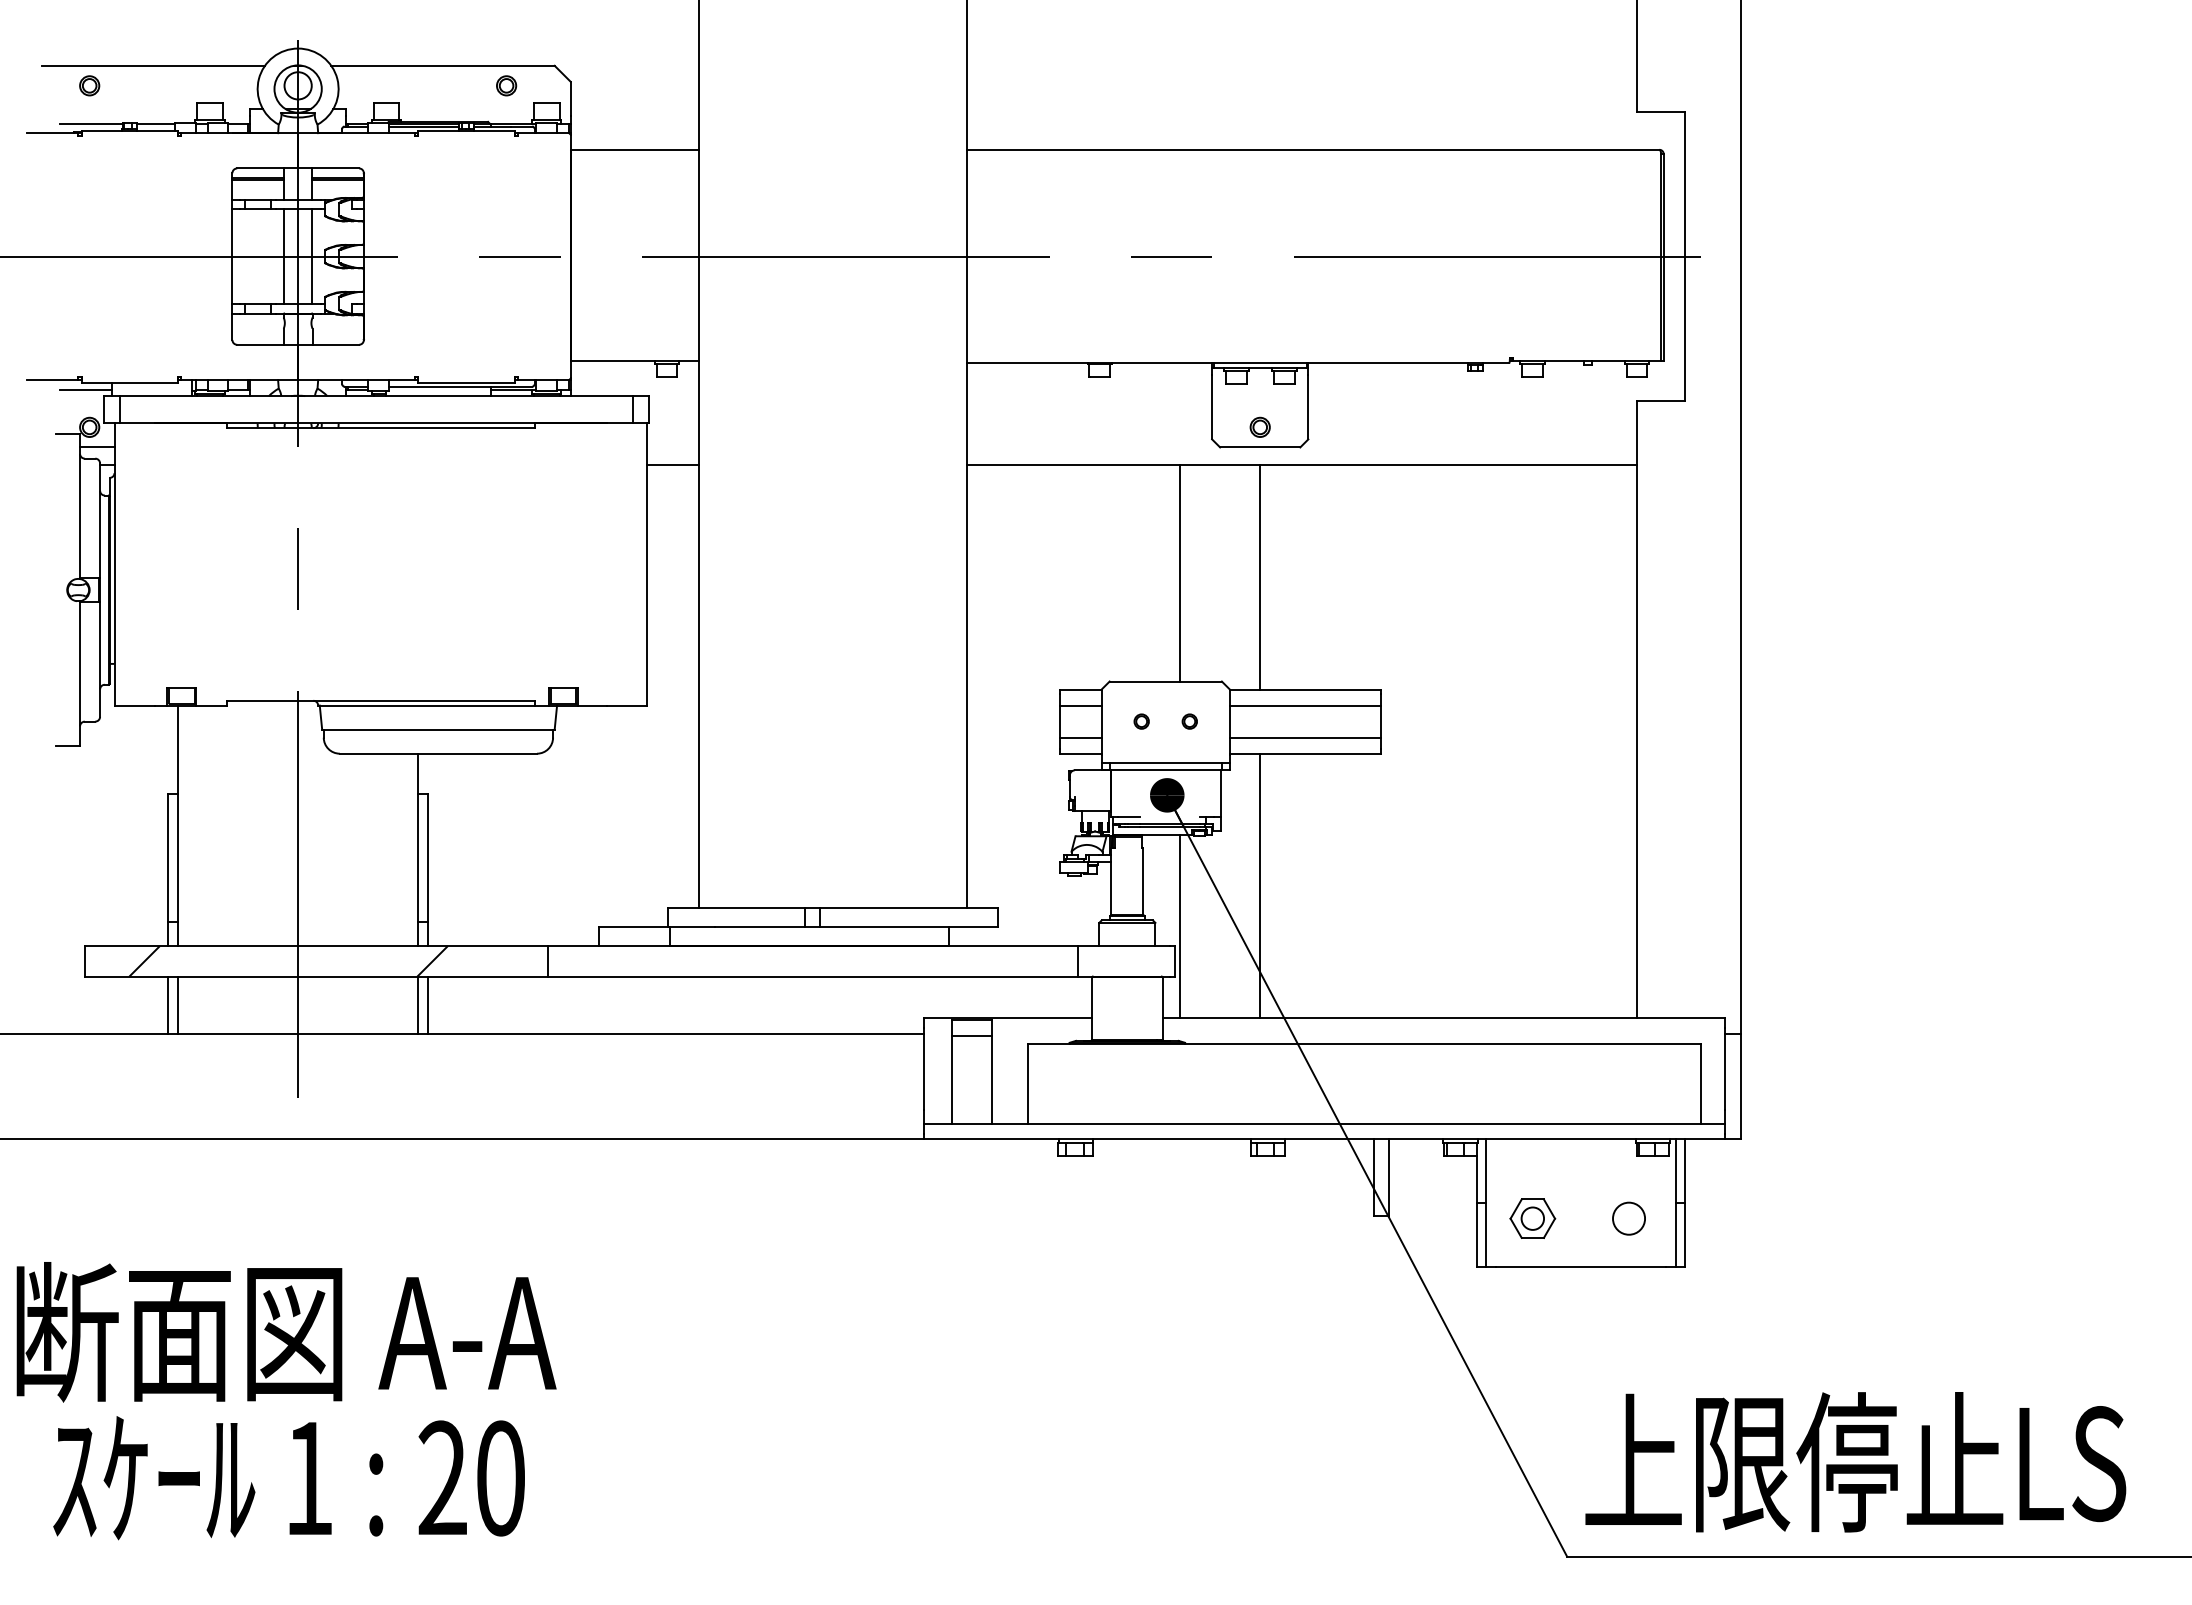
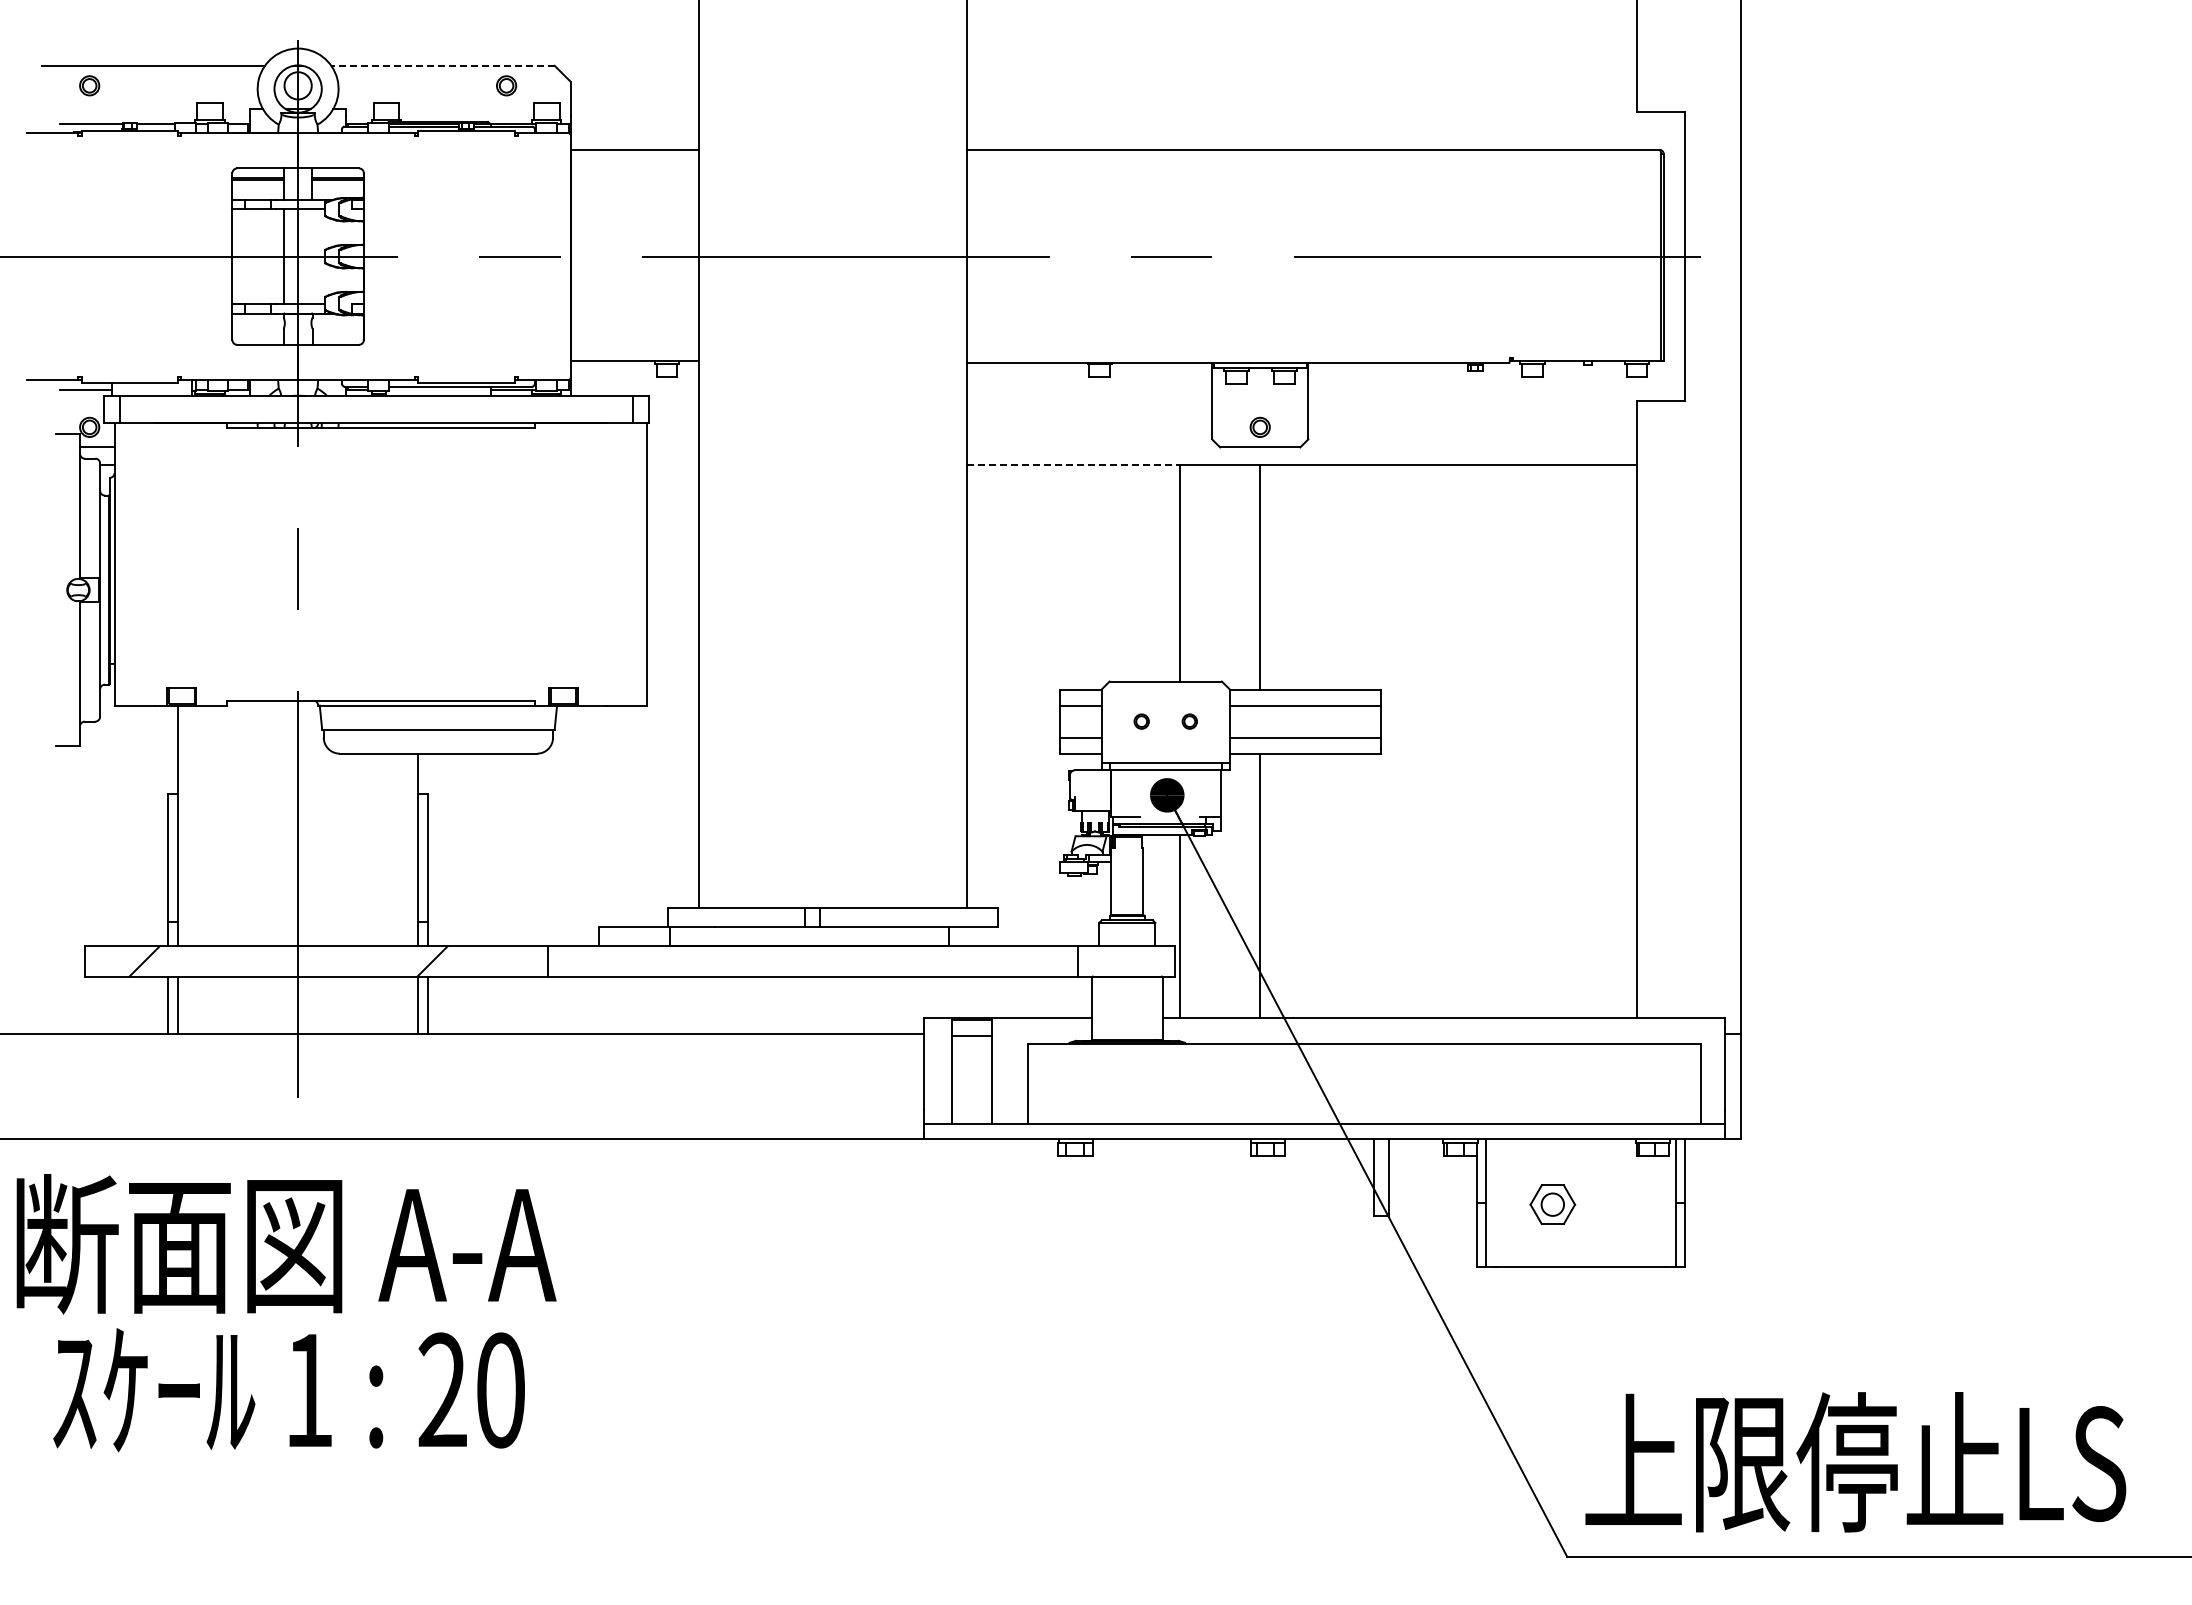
line at (443, 65): solid -> dashed
line at (312, 256): present -> none
line at (672, 465): present -> none
line at (1073, 465): solid -> dashed
part at (1532, 1218) position: (1532, 1218) -> (1552, 1204)
circle at (1628, 1218): present -> none
text at (286, 1401) position: (286, 1401) -> (286, 1313)
